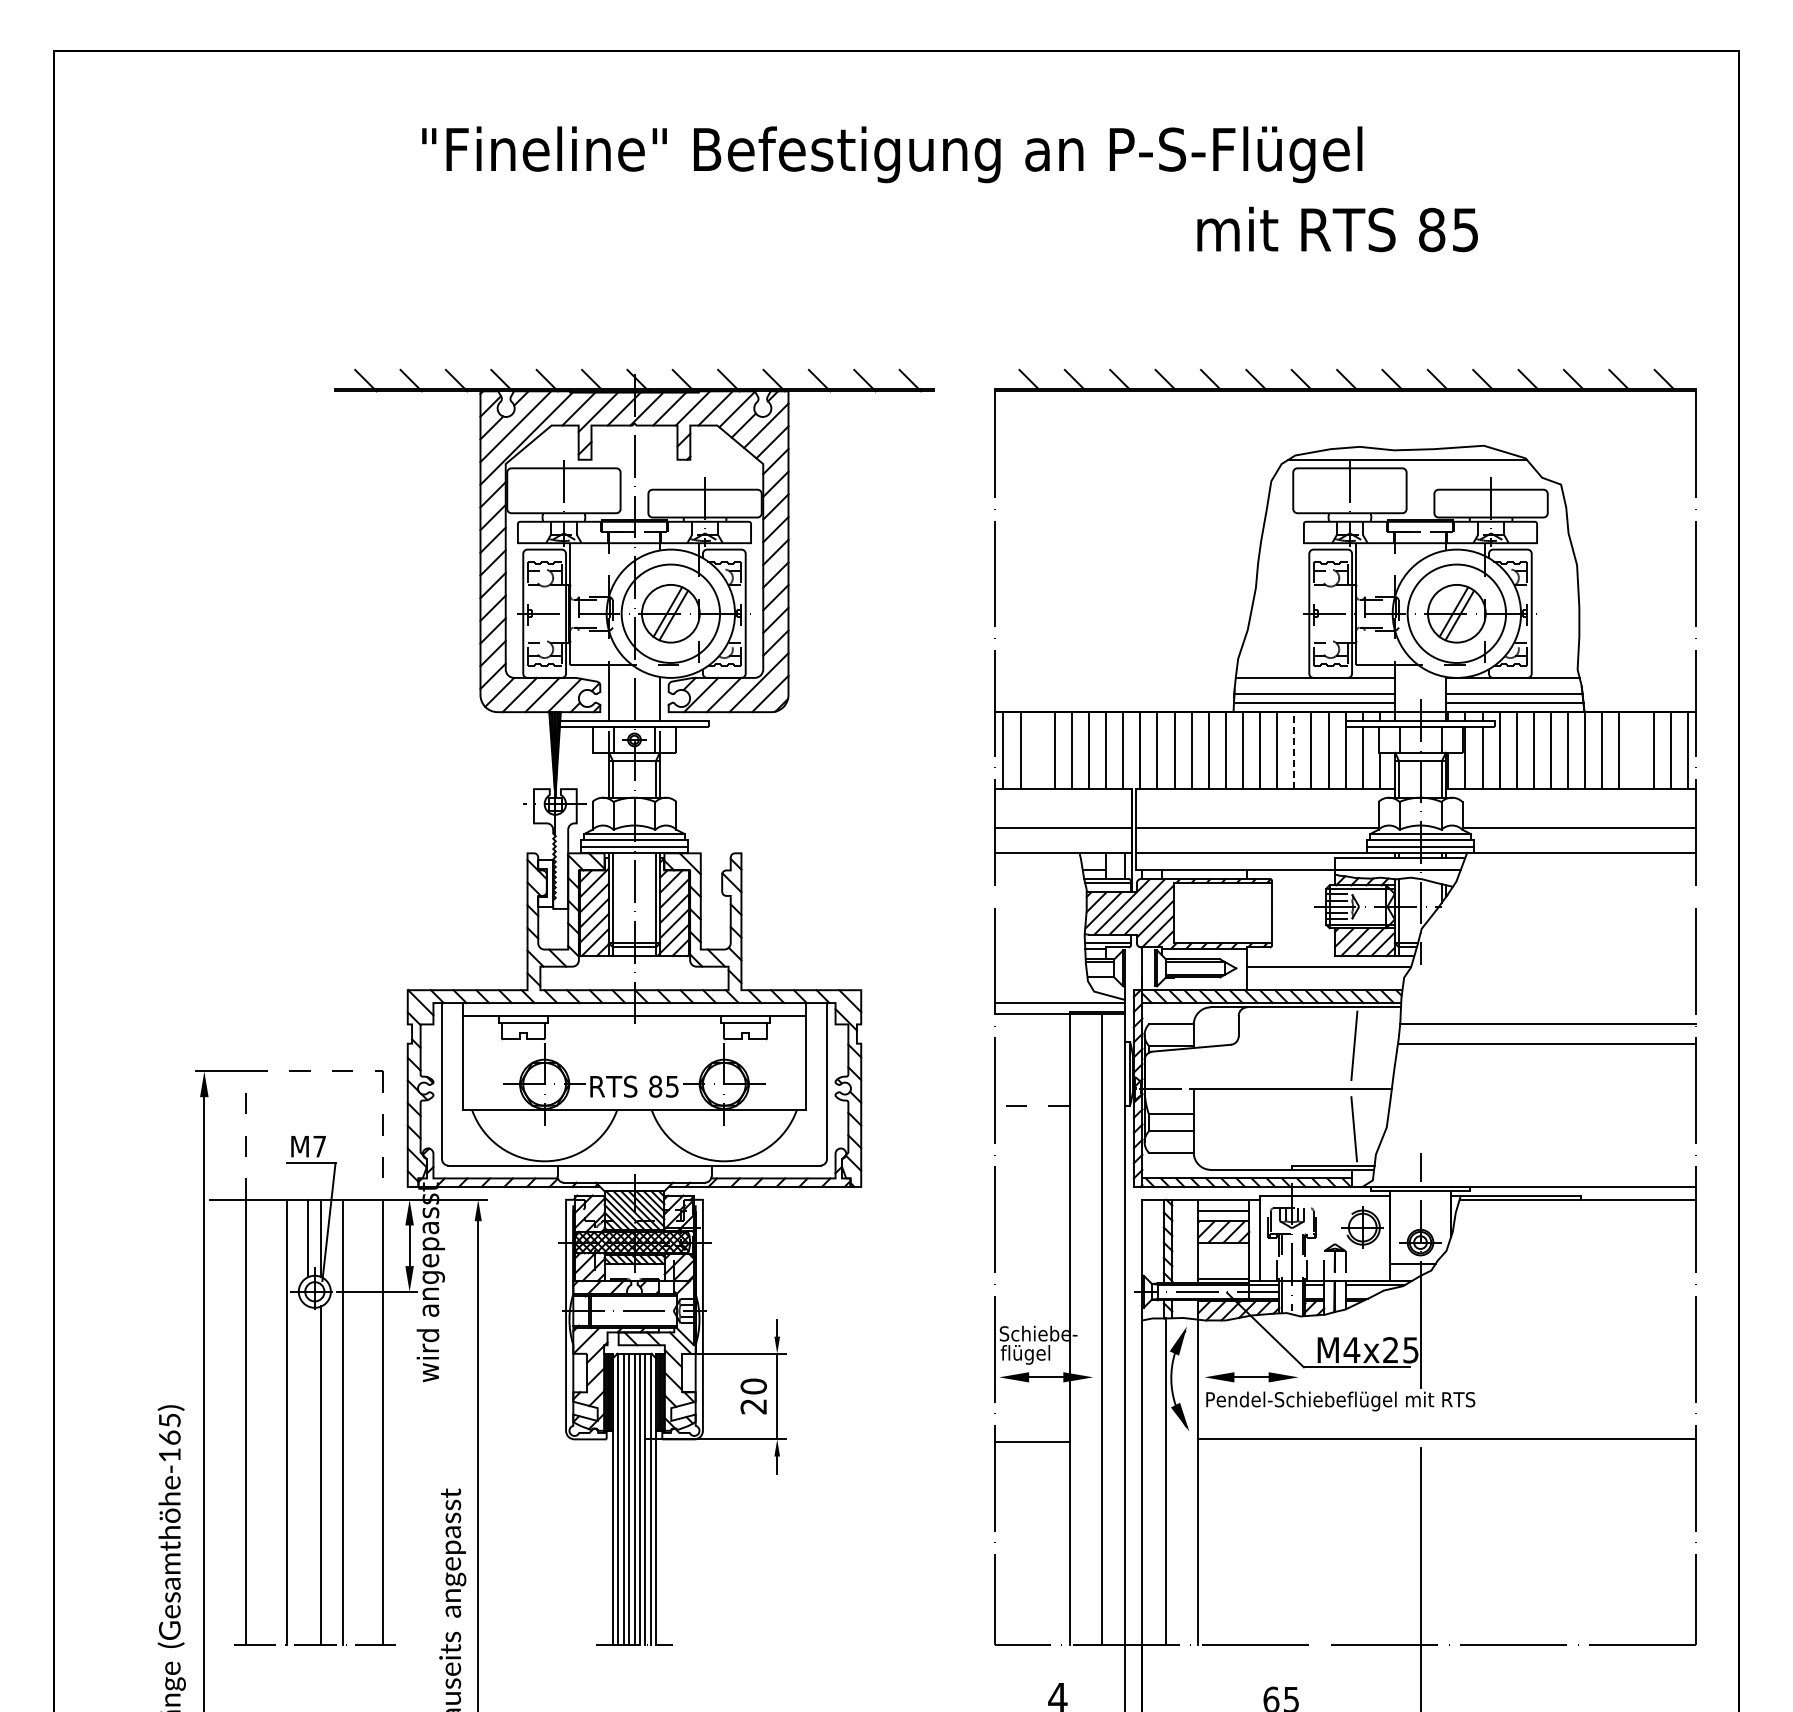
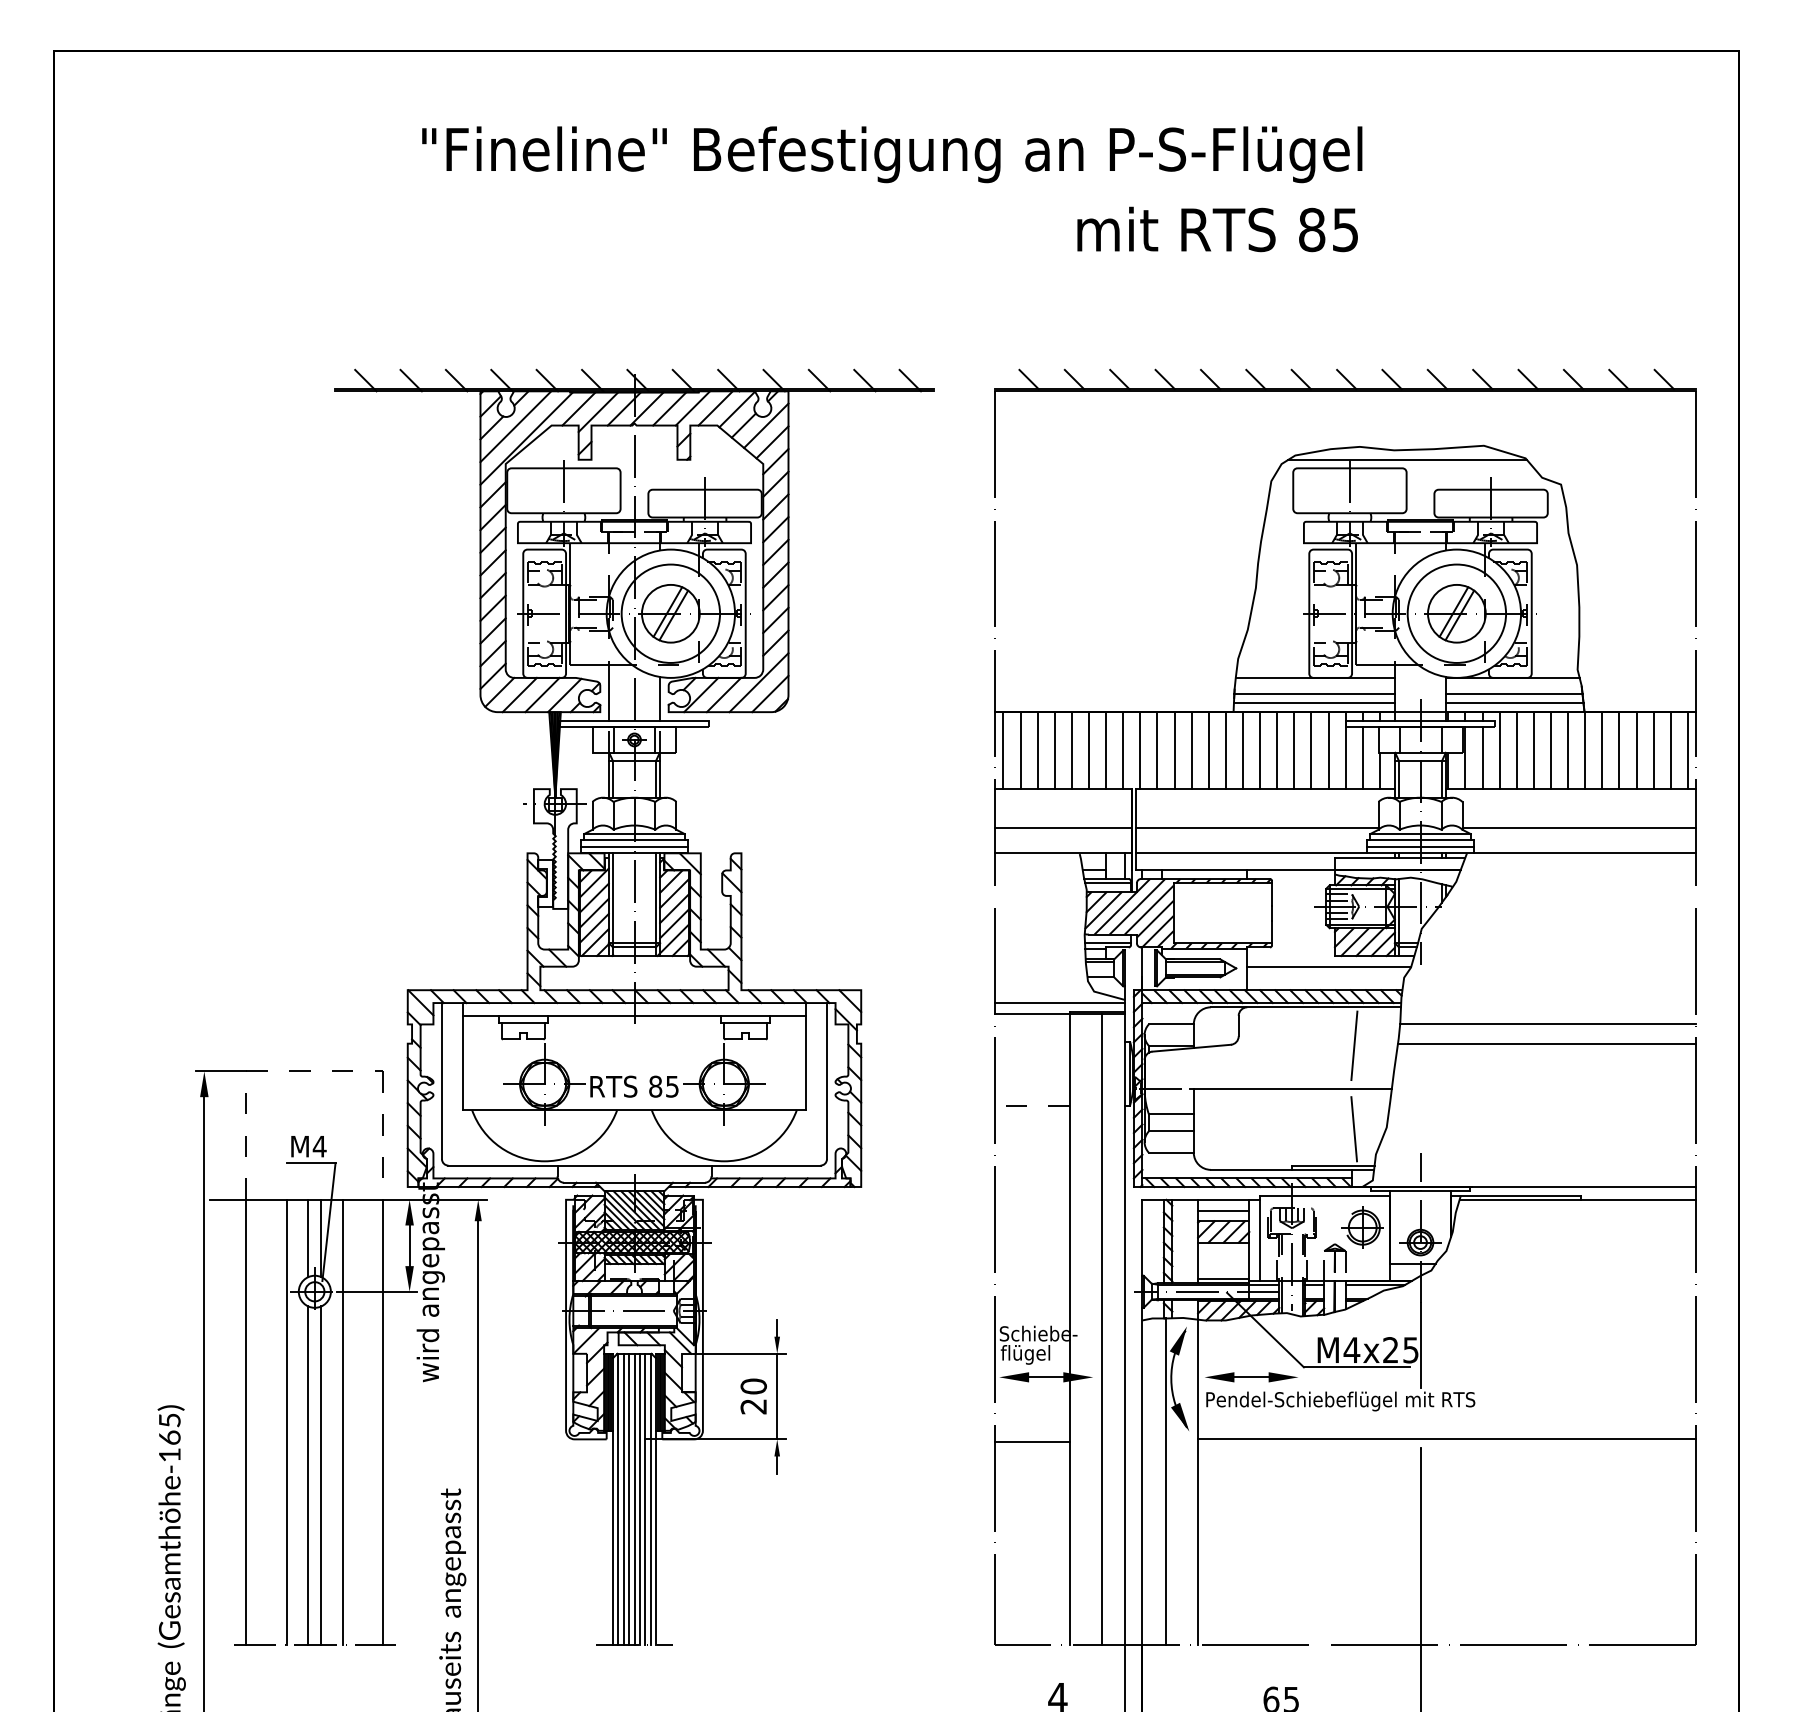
text at (1337, 229) position: (1337, 229) -> (1217, 229)
line at (1037, 750): none -> present
line at (1294, 750): dashed -> solid
line at (1636, 750): none -> present
text at (319, 1146): M7 -> M4
line at (308, 1475): none -> present
